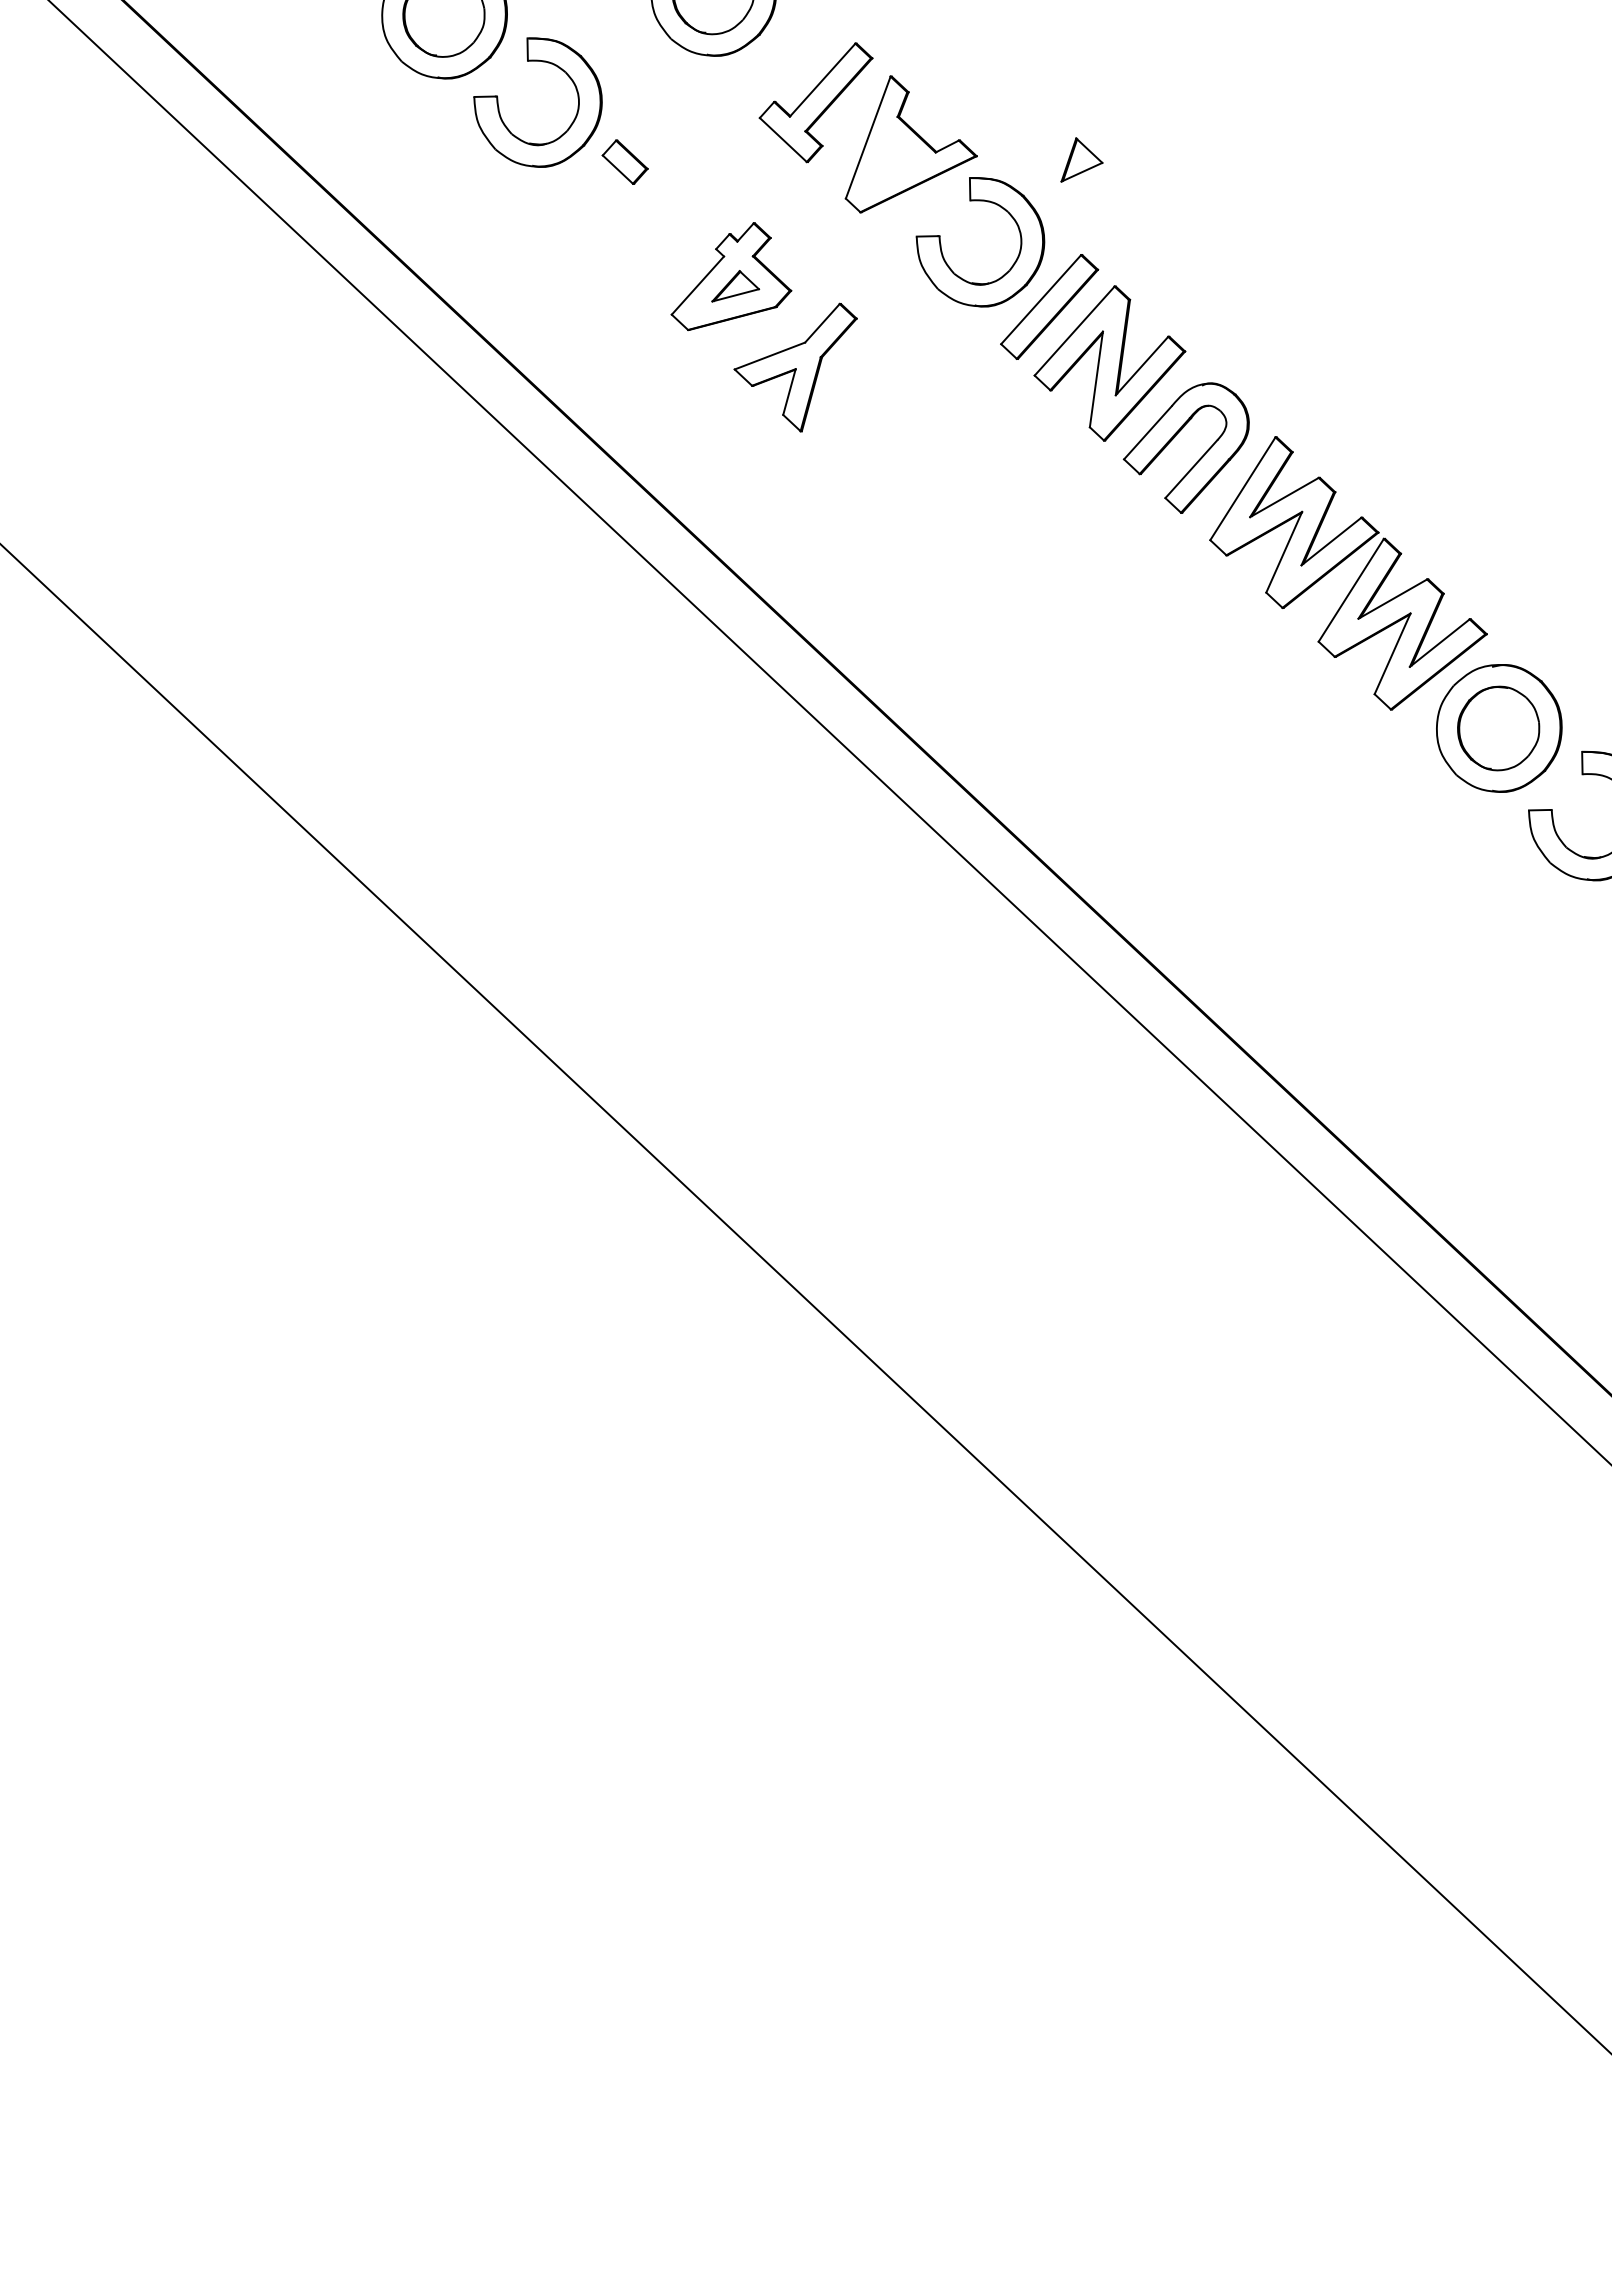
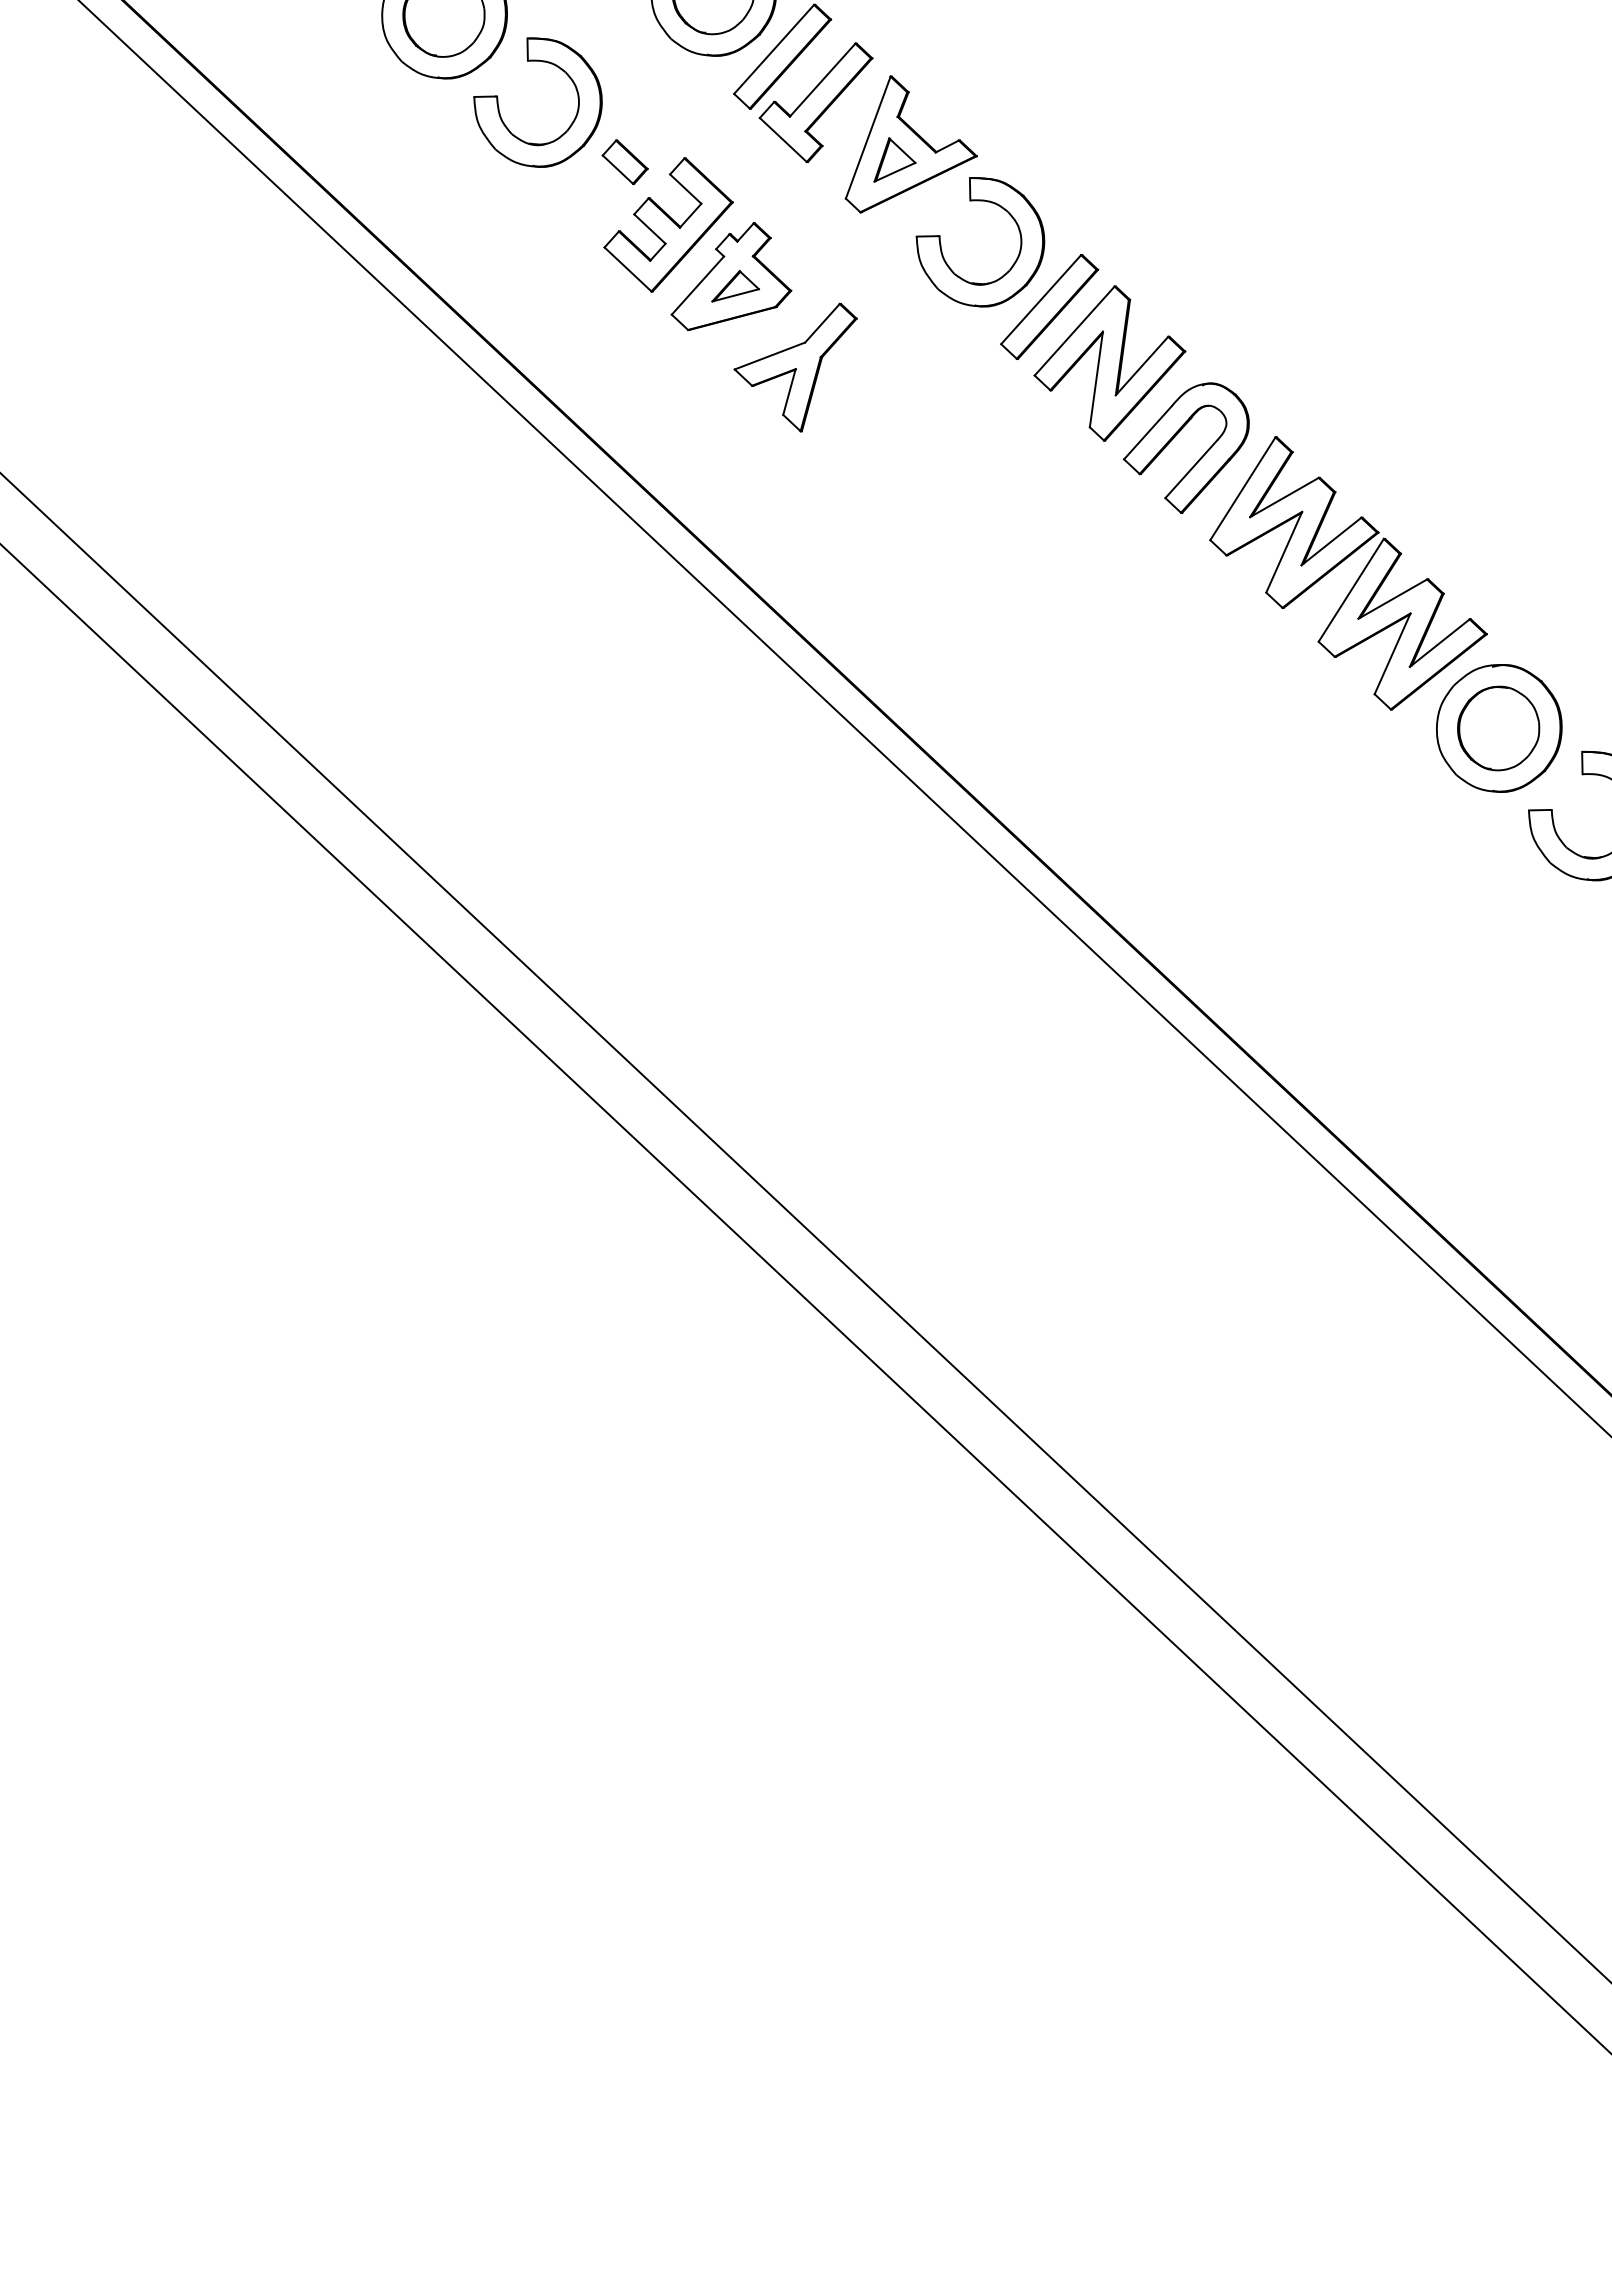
part at (782, 56): none -> present
part at (1081, 159) position: (1081, 159) -> (894, 159)
part at (668, 224): none -> present
line at (829, 732) position: (829, 732) -> (844, 718)
line at (805, 1227): none -> present
